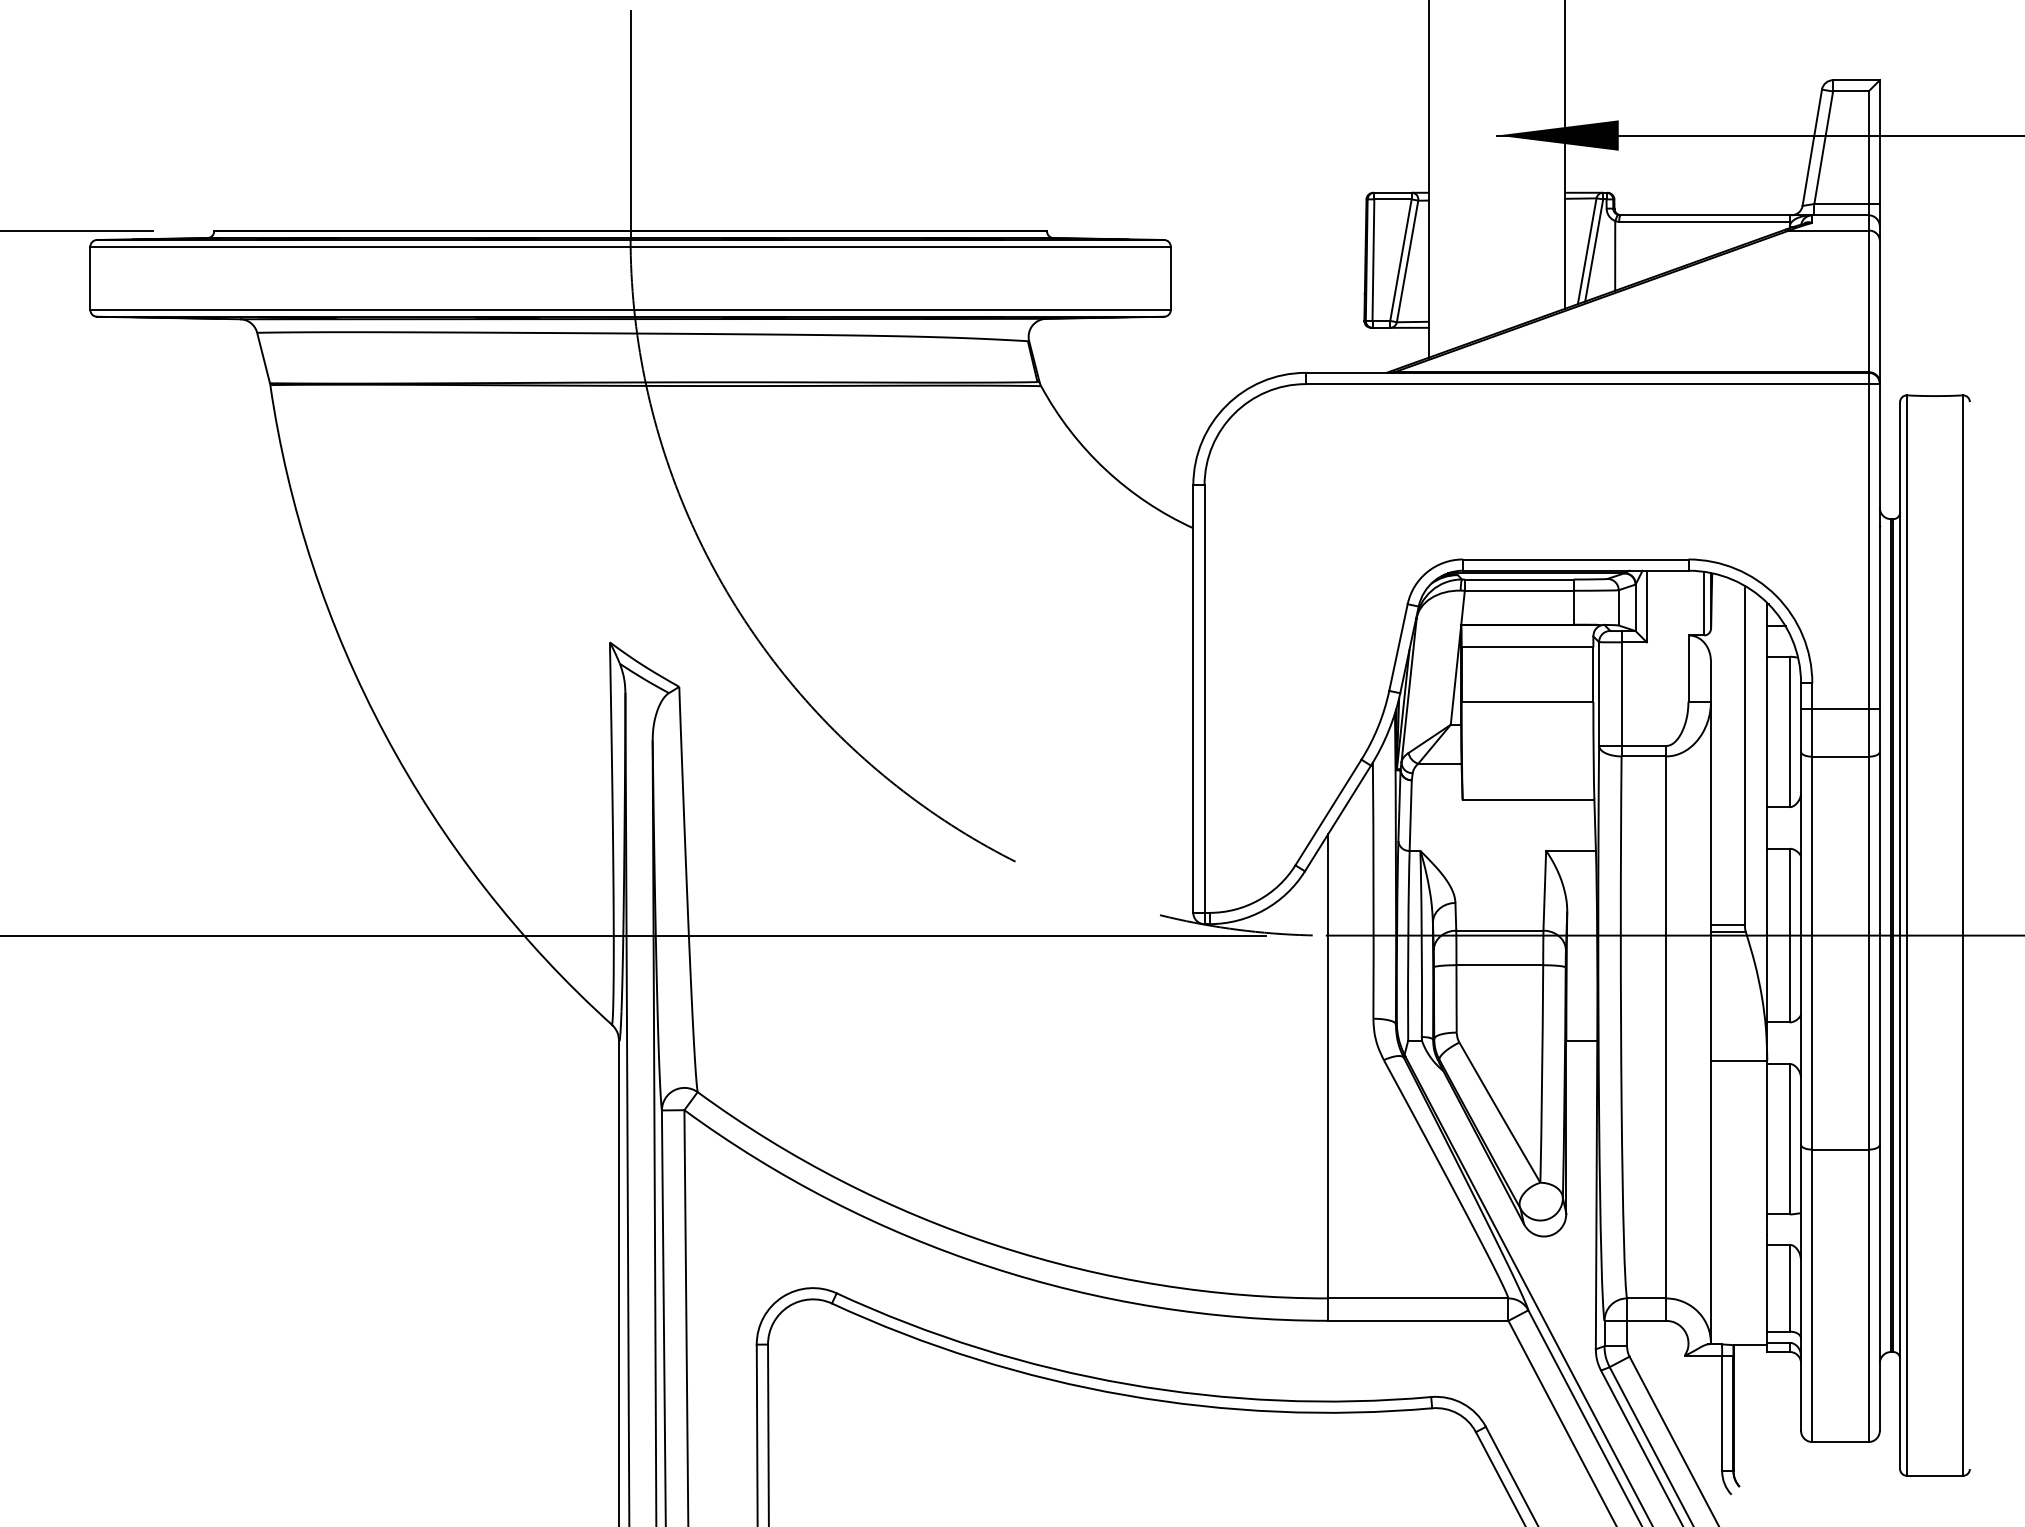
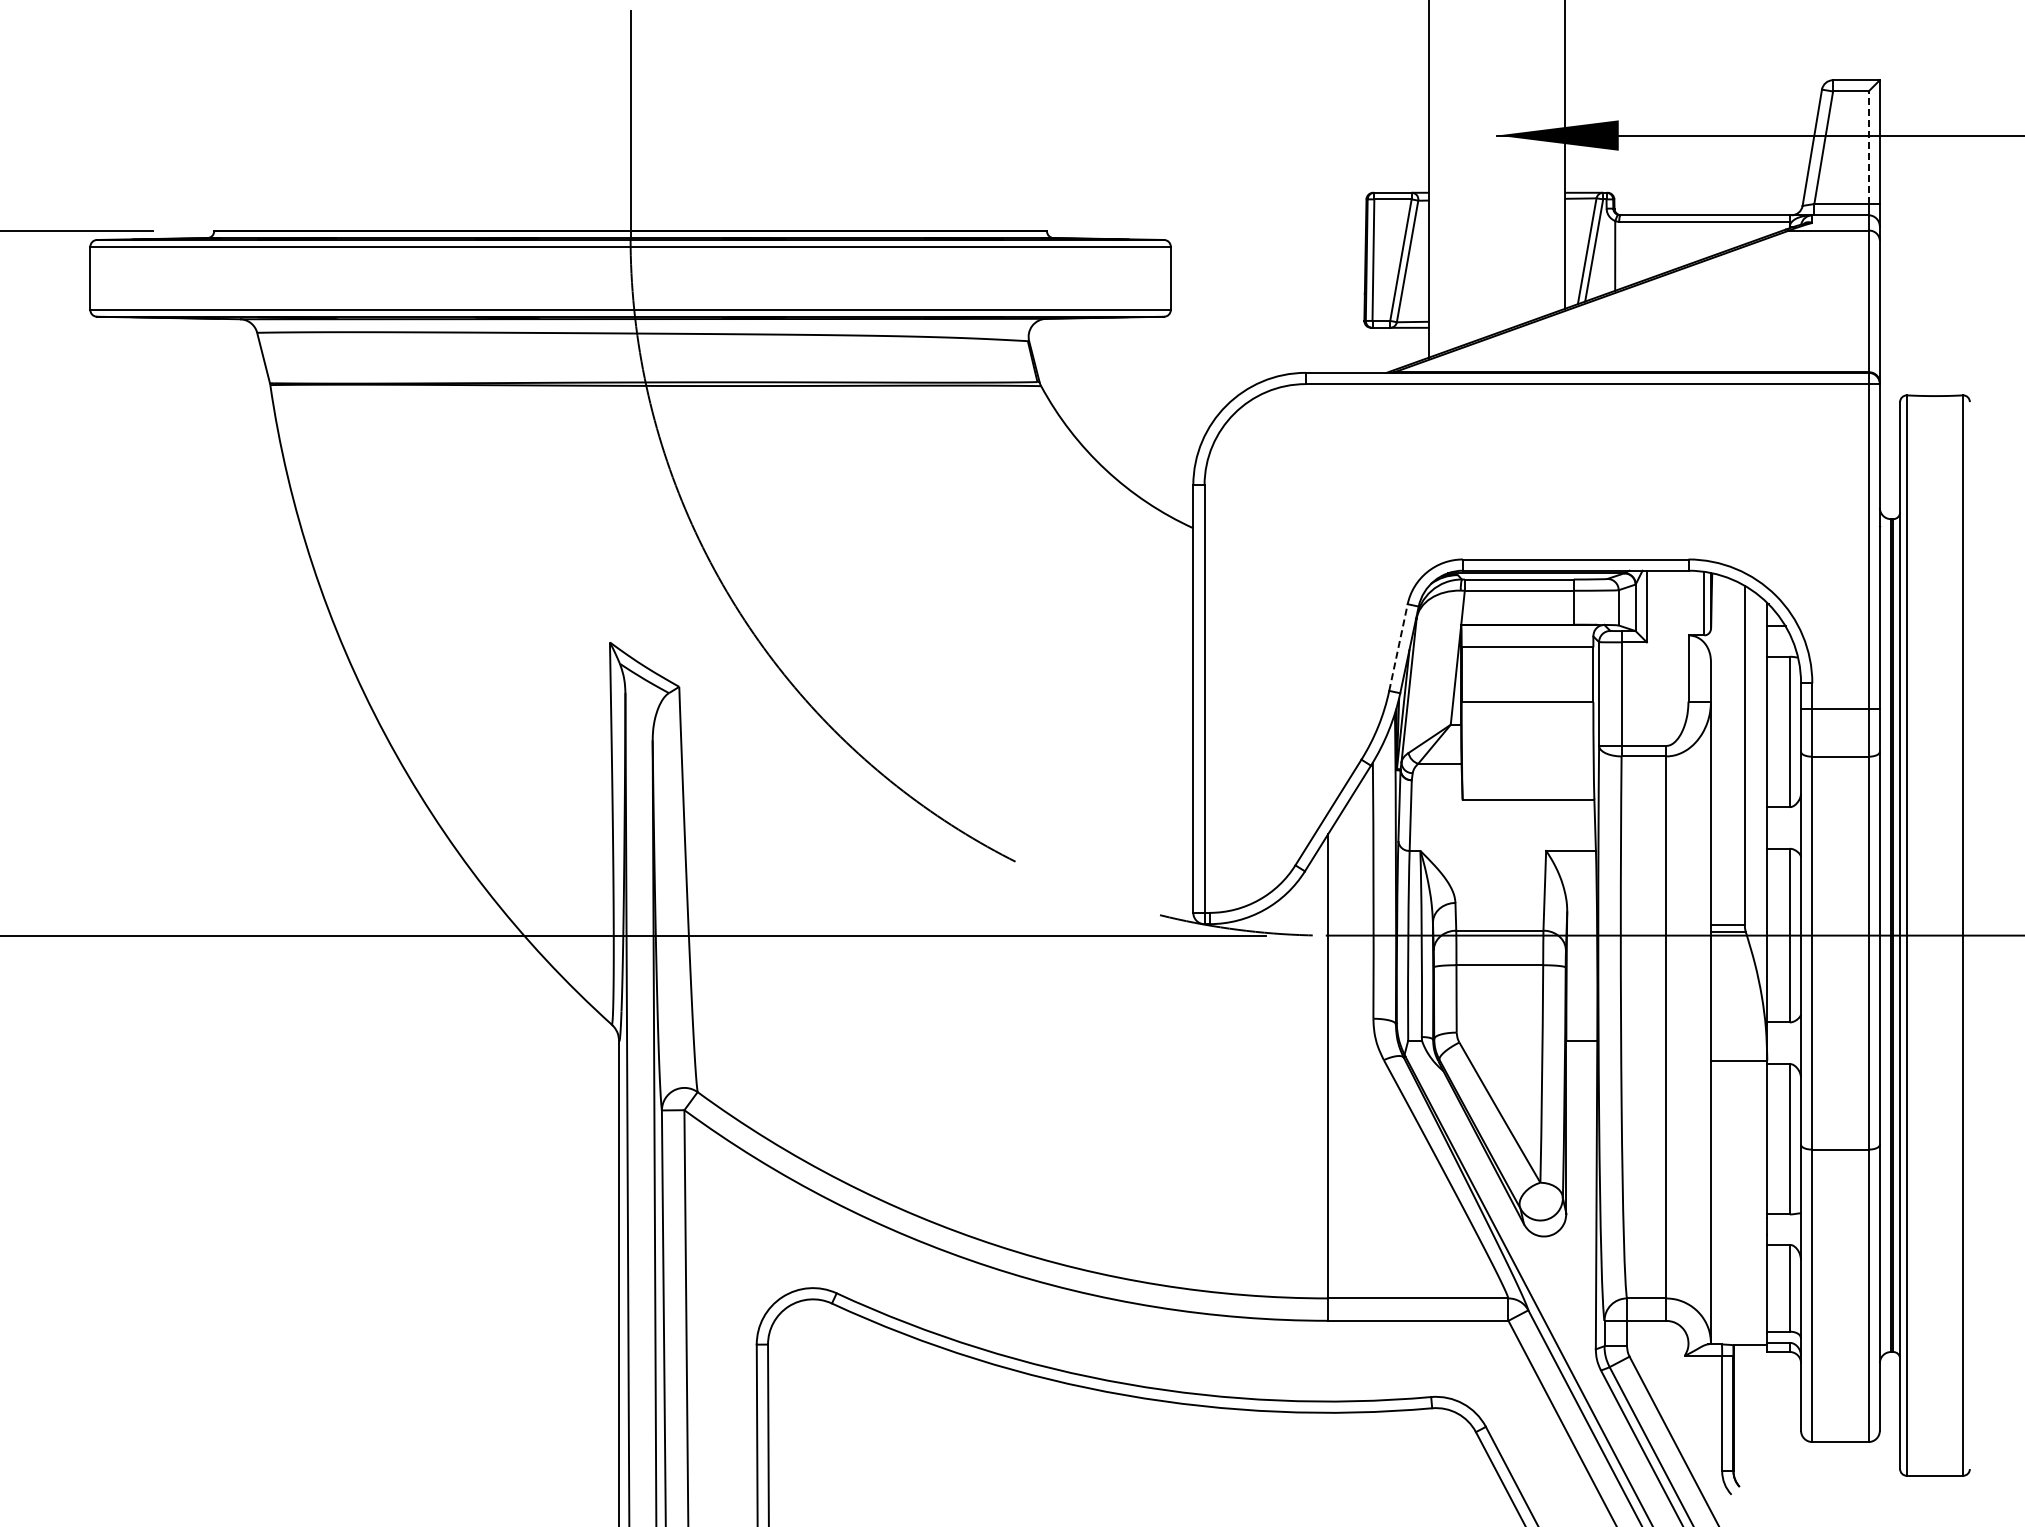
line at (1868, 147): solid -> dashed
line at (1398, 647): solid -> dashed
